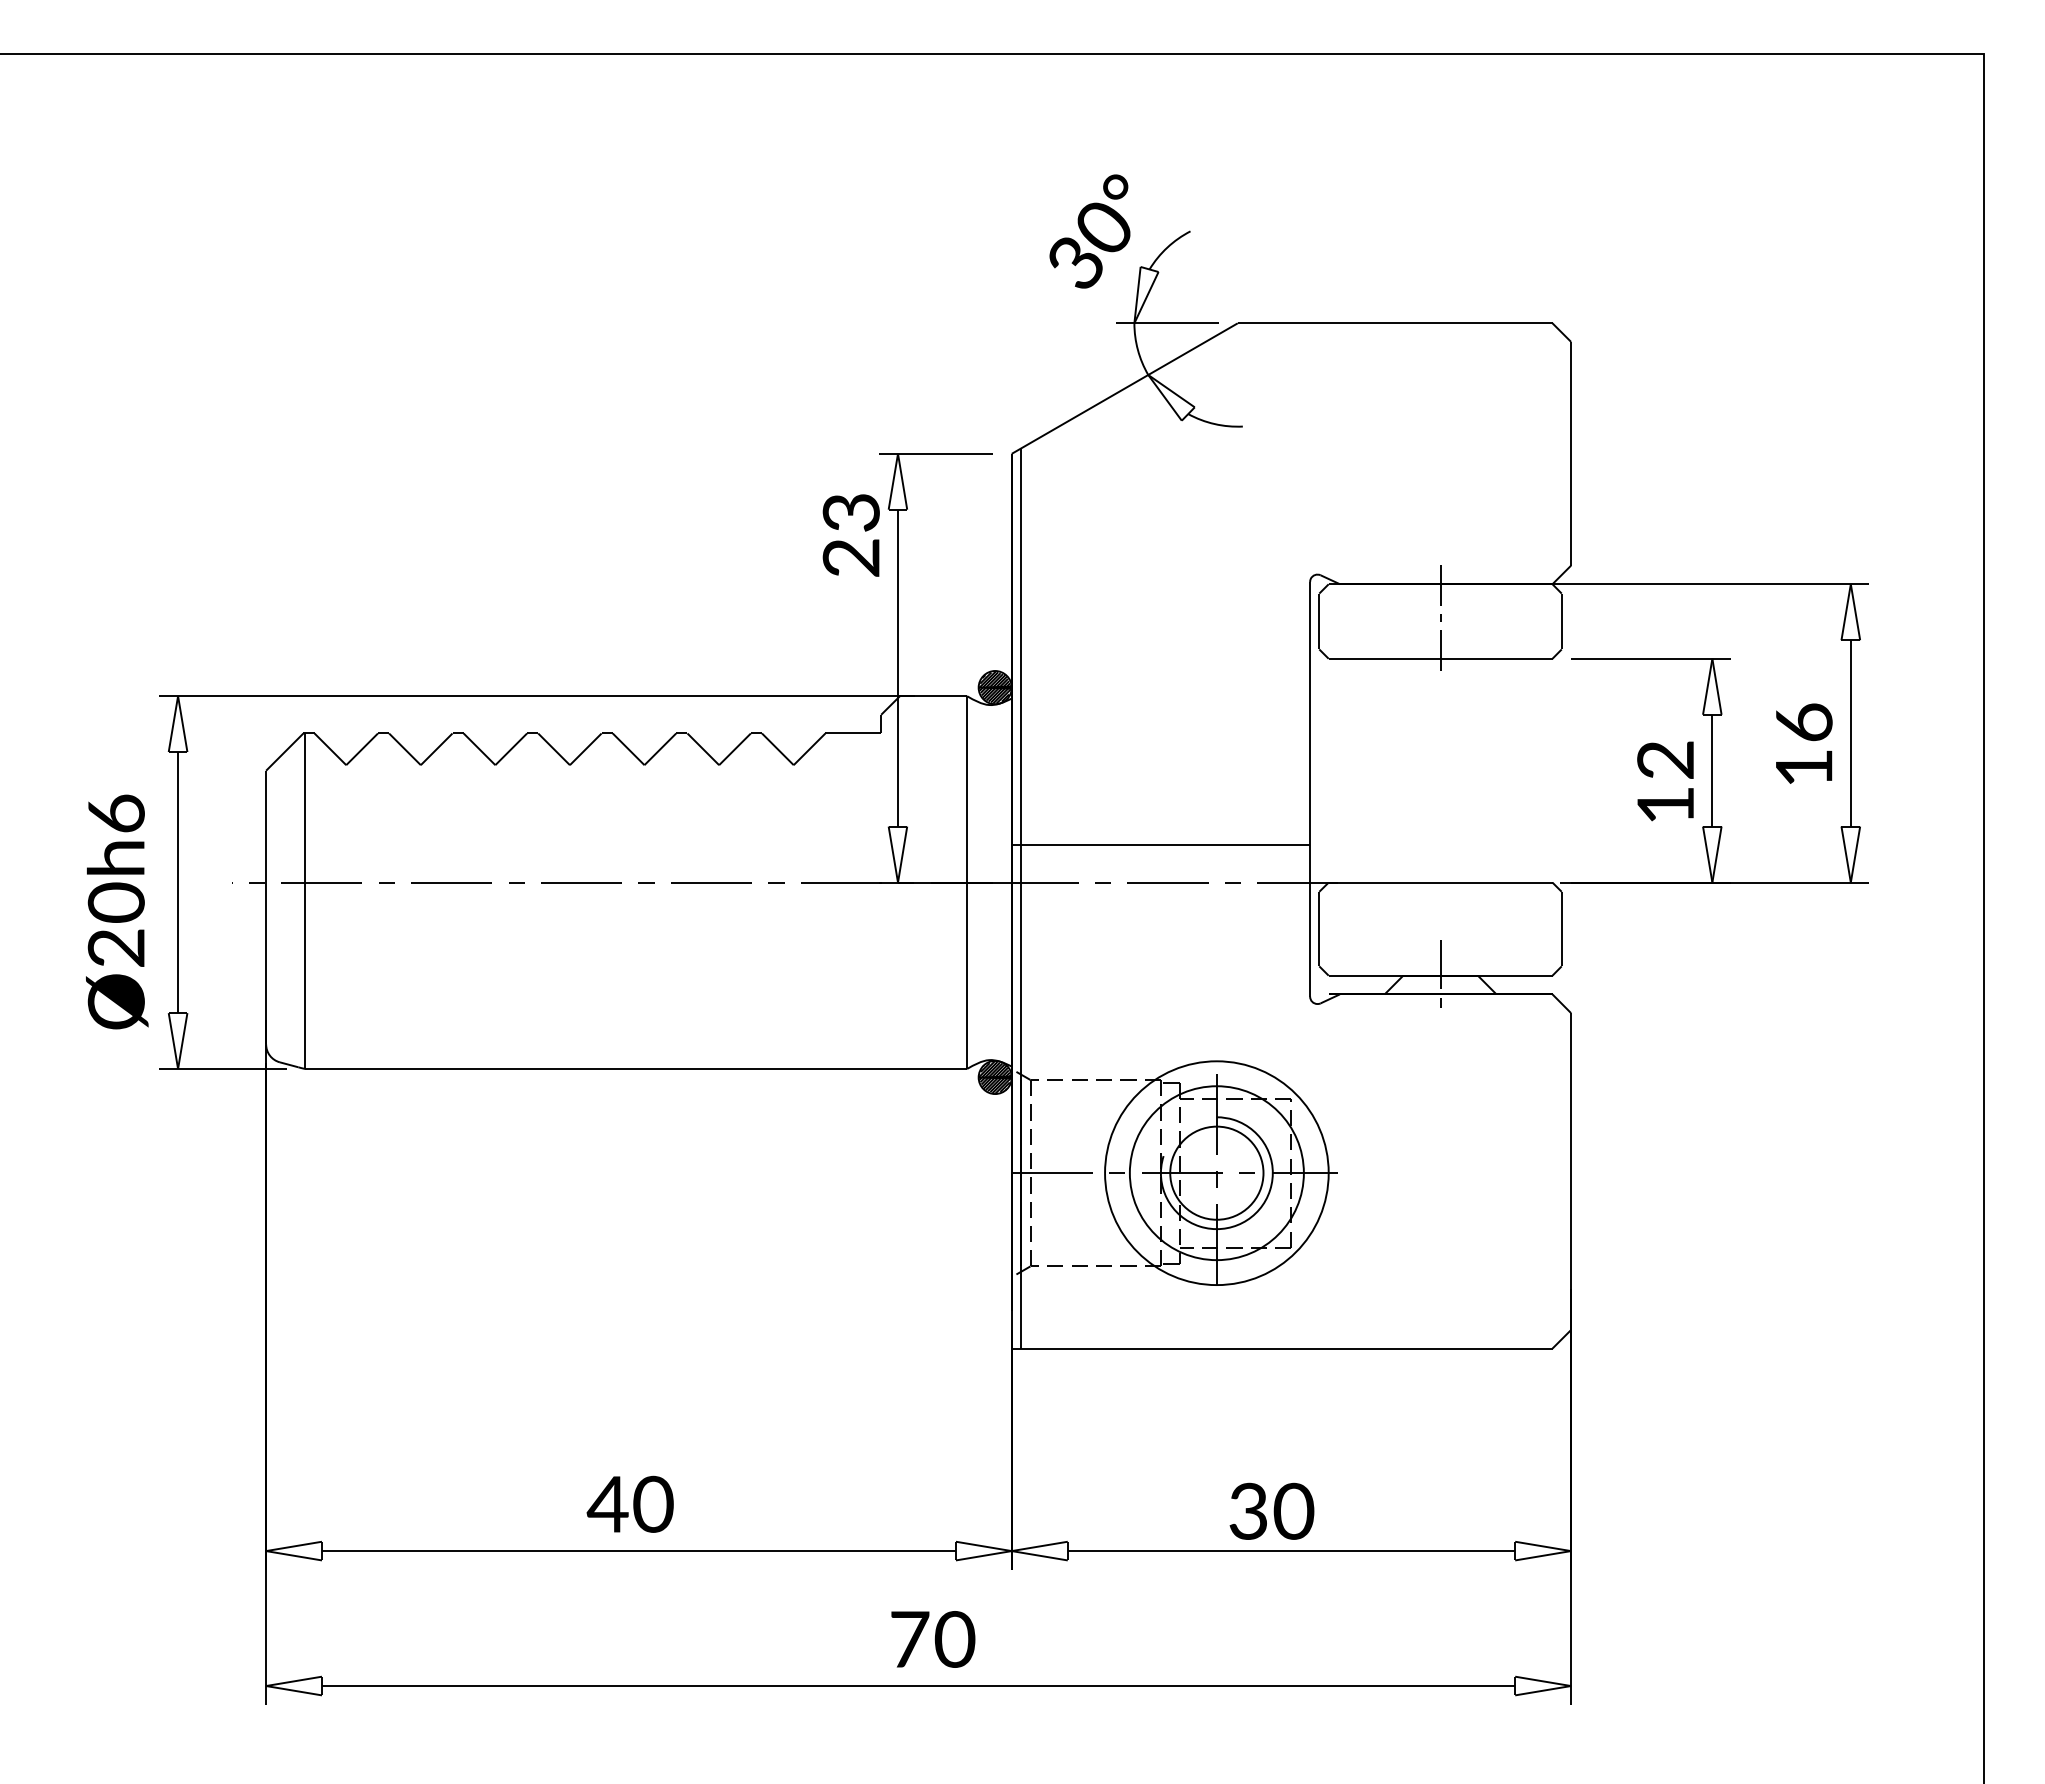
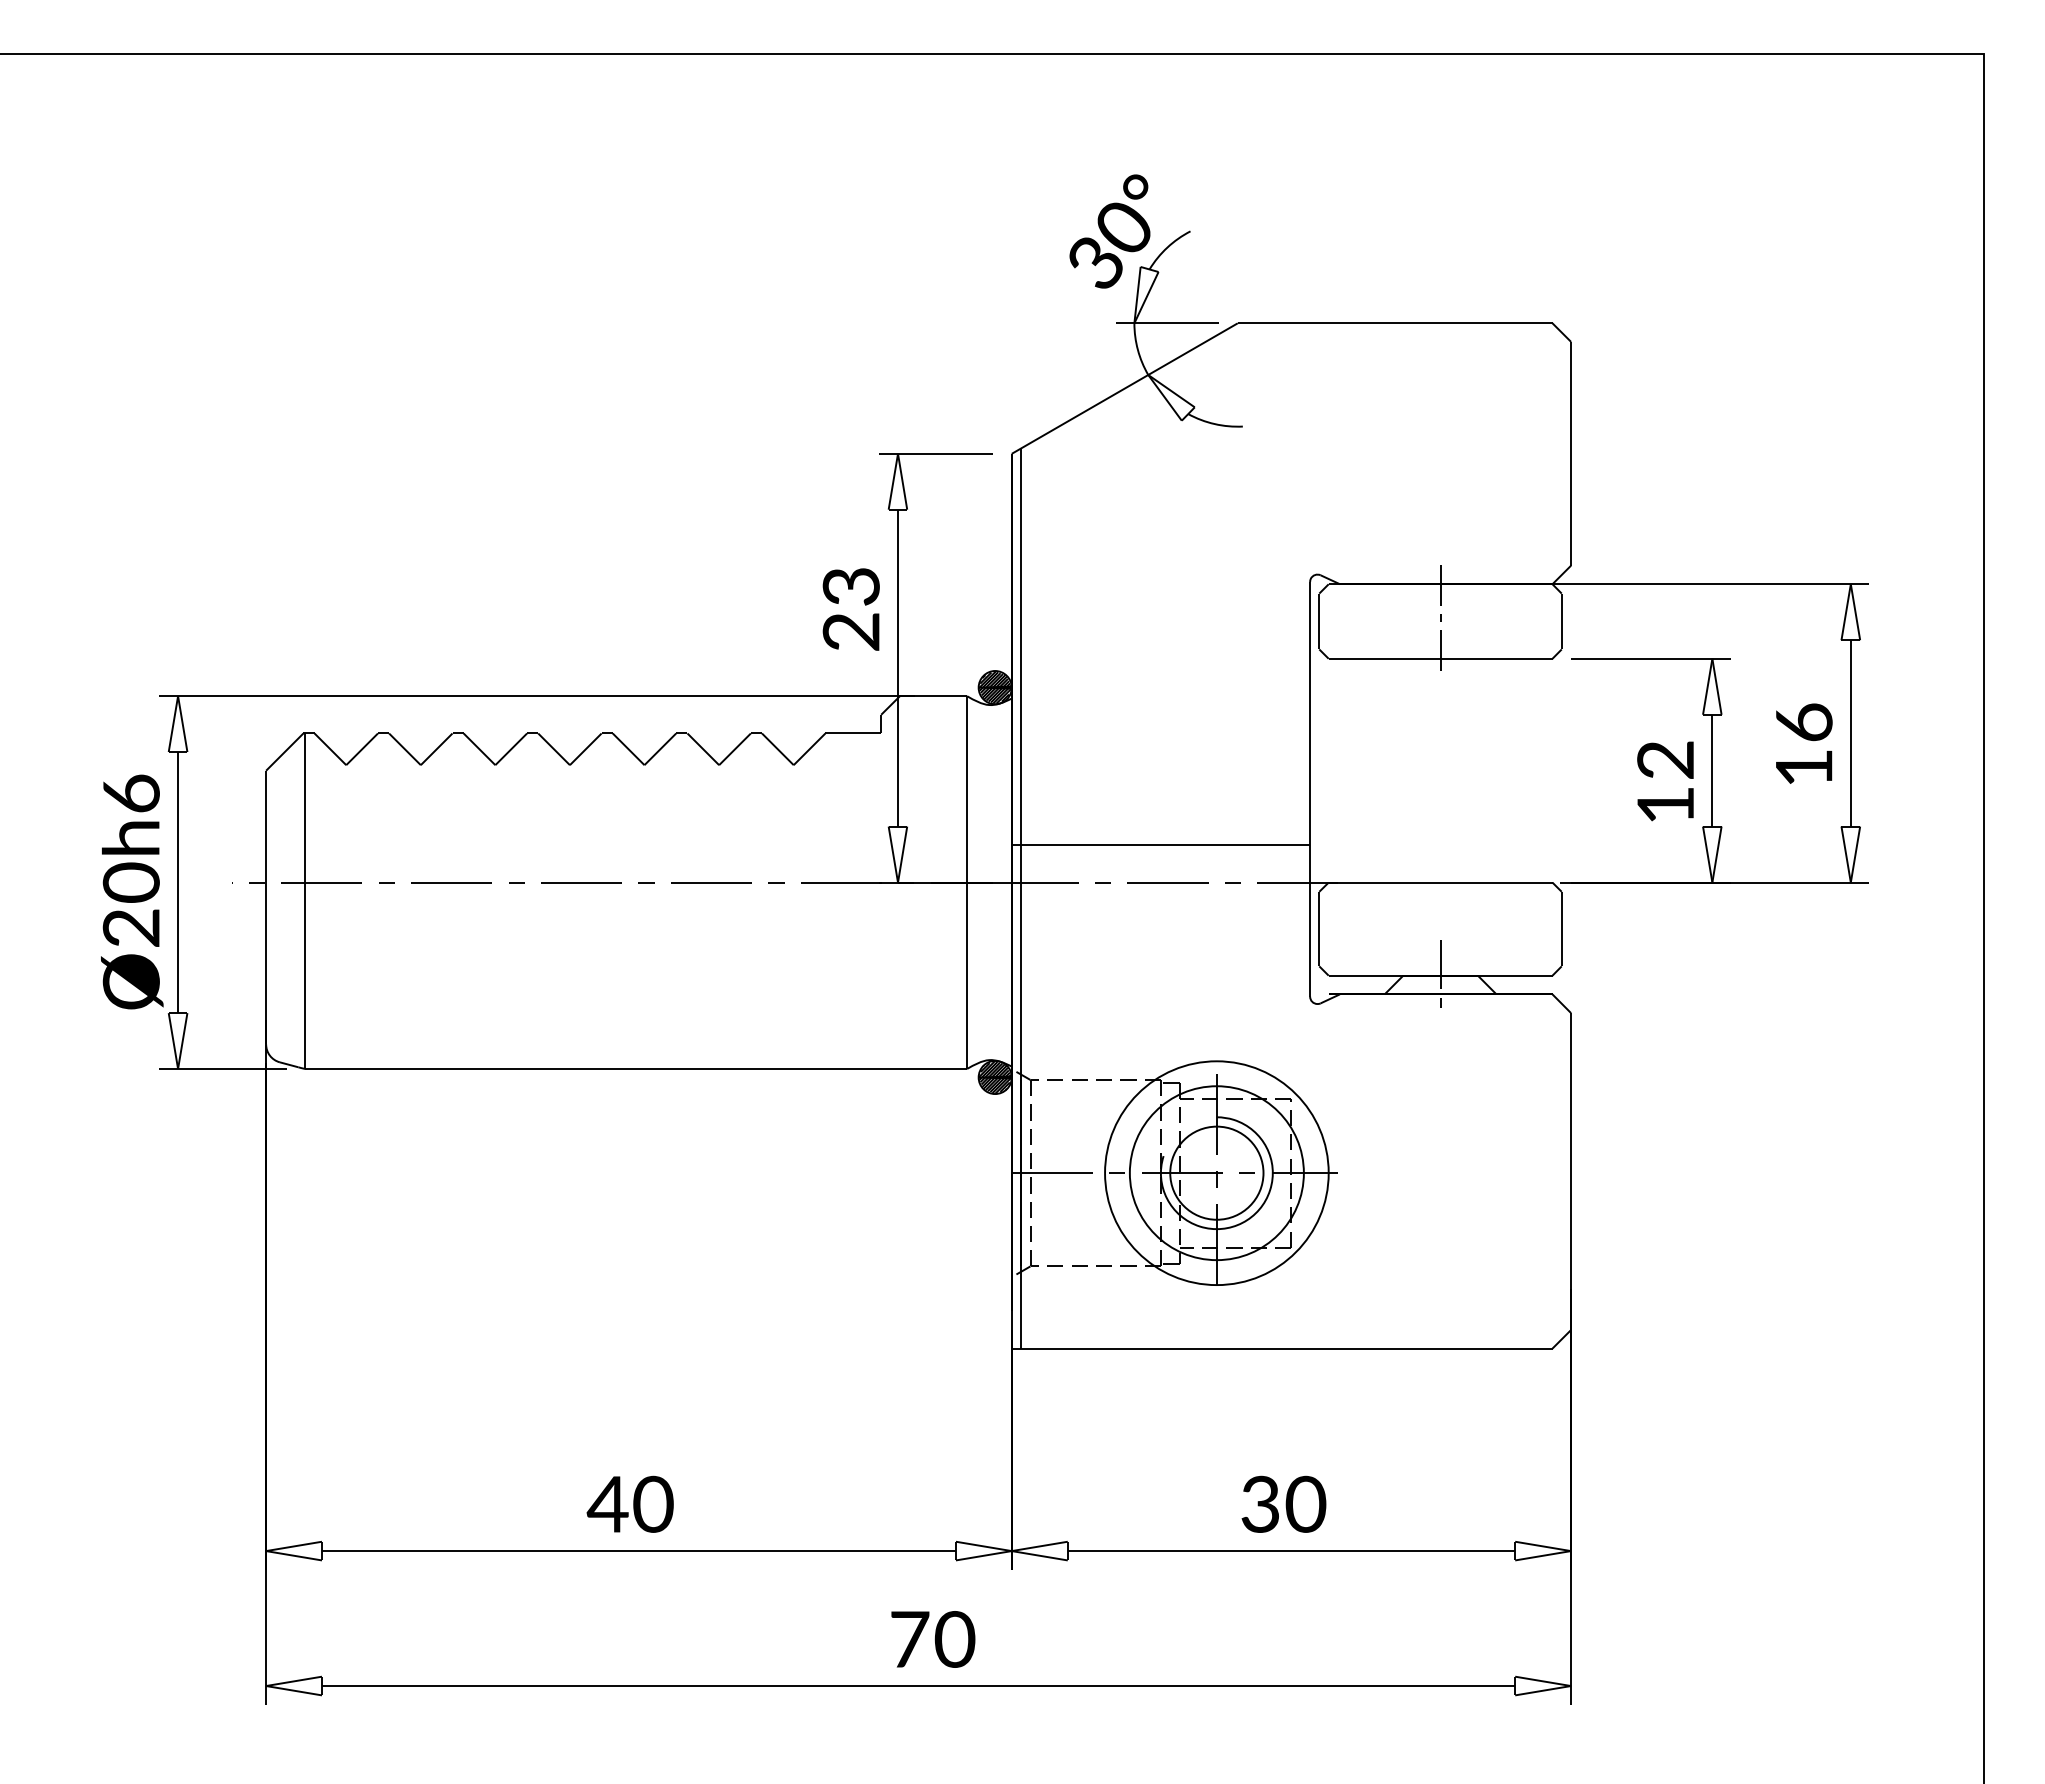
text at (1089, 231) position: (1089, 231) -> (1109, 231)
text at (850, 535) position: (850, 535) -> (850, 609)
text at (117, 911) position: (117, 911) -> (132, 891)
text at (1271, 1510) position: (1271, 1510) -> (1283, 1503)
